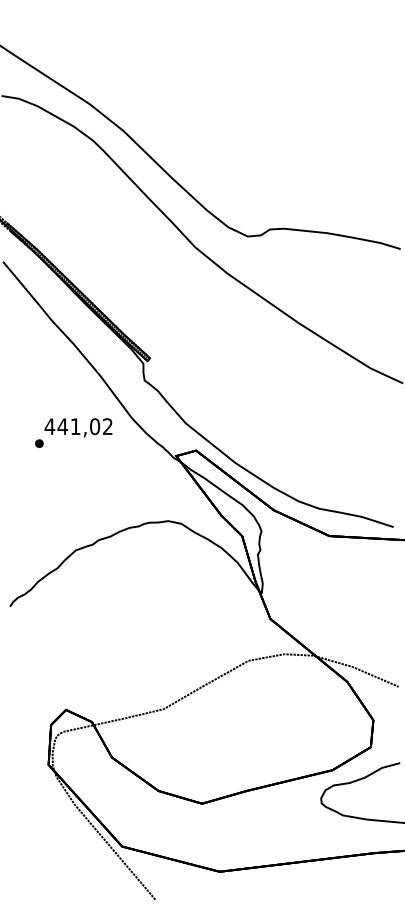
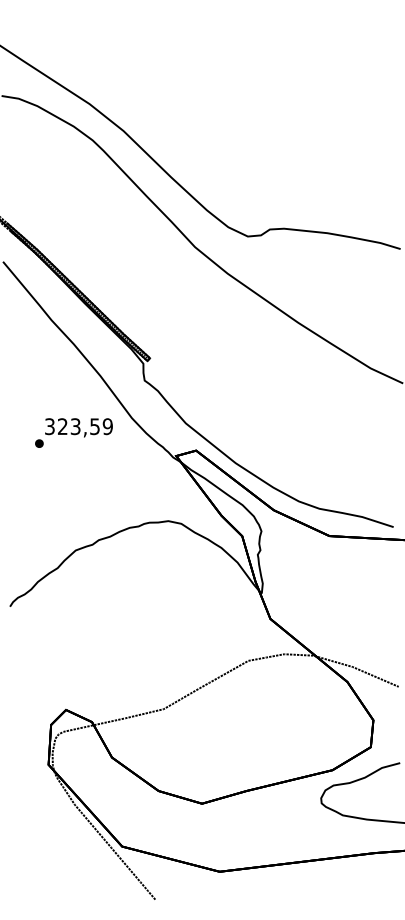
text at (78, 426): 441,02 -> 323,59
